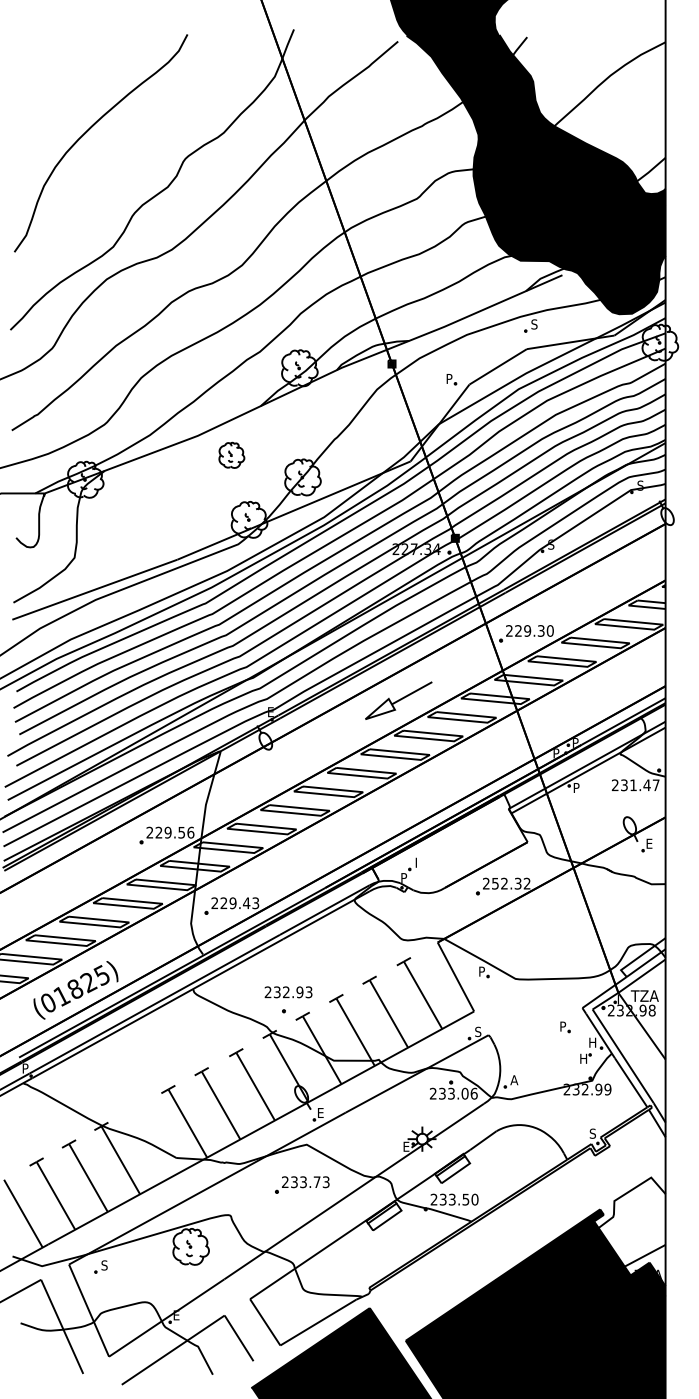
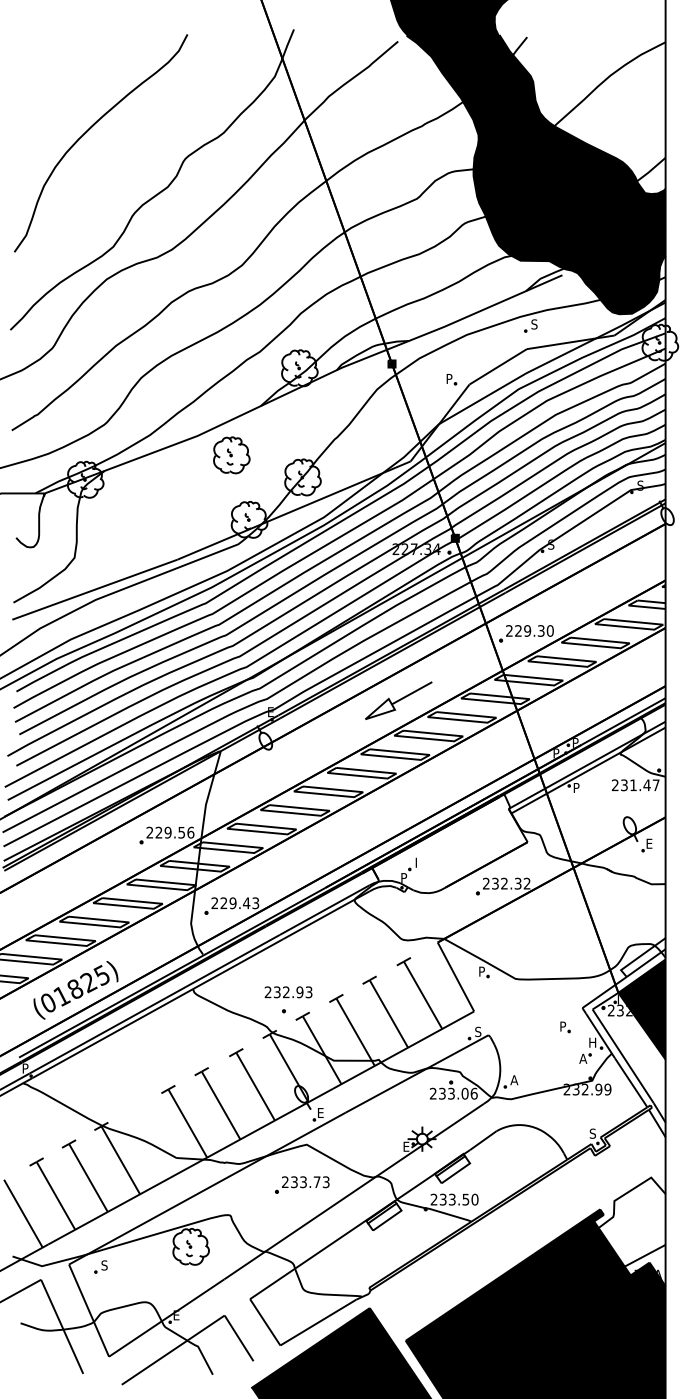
part at (231, 454) size: 28x28 px -> 38x39 px
text at (495, 882): 252.32 -> 232.32
fill at (641, 1009): none -> present
text at (583, 1058): H -> A
